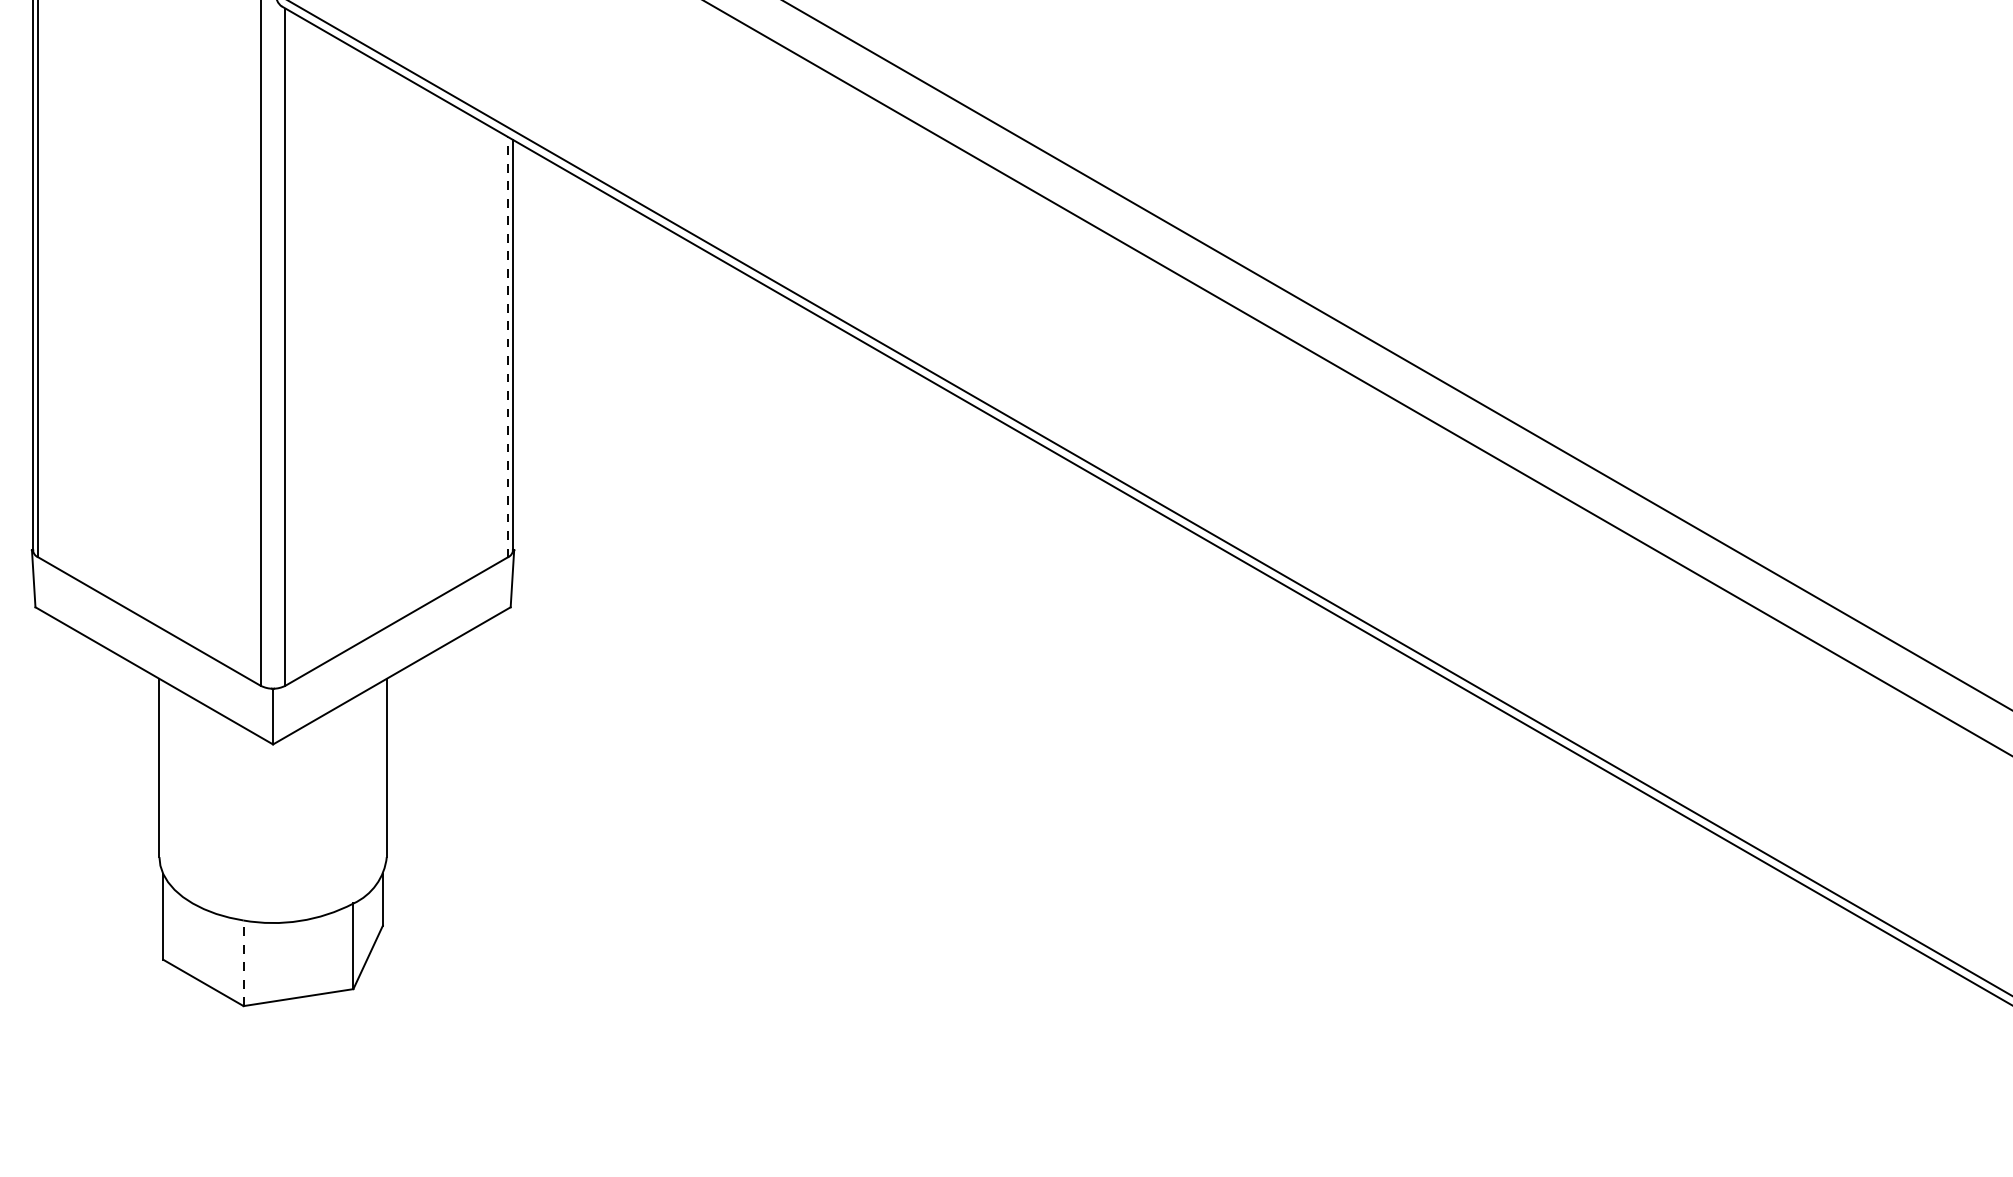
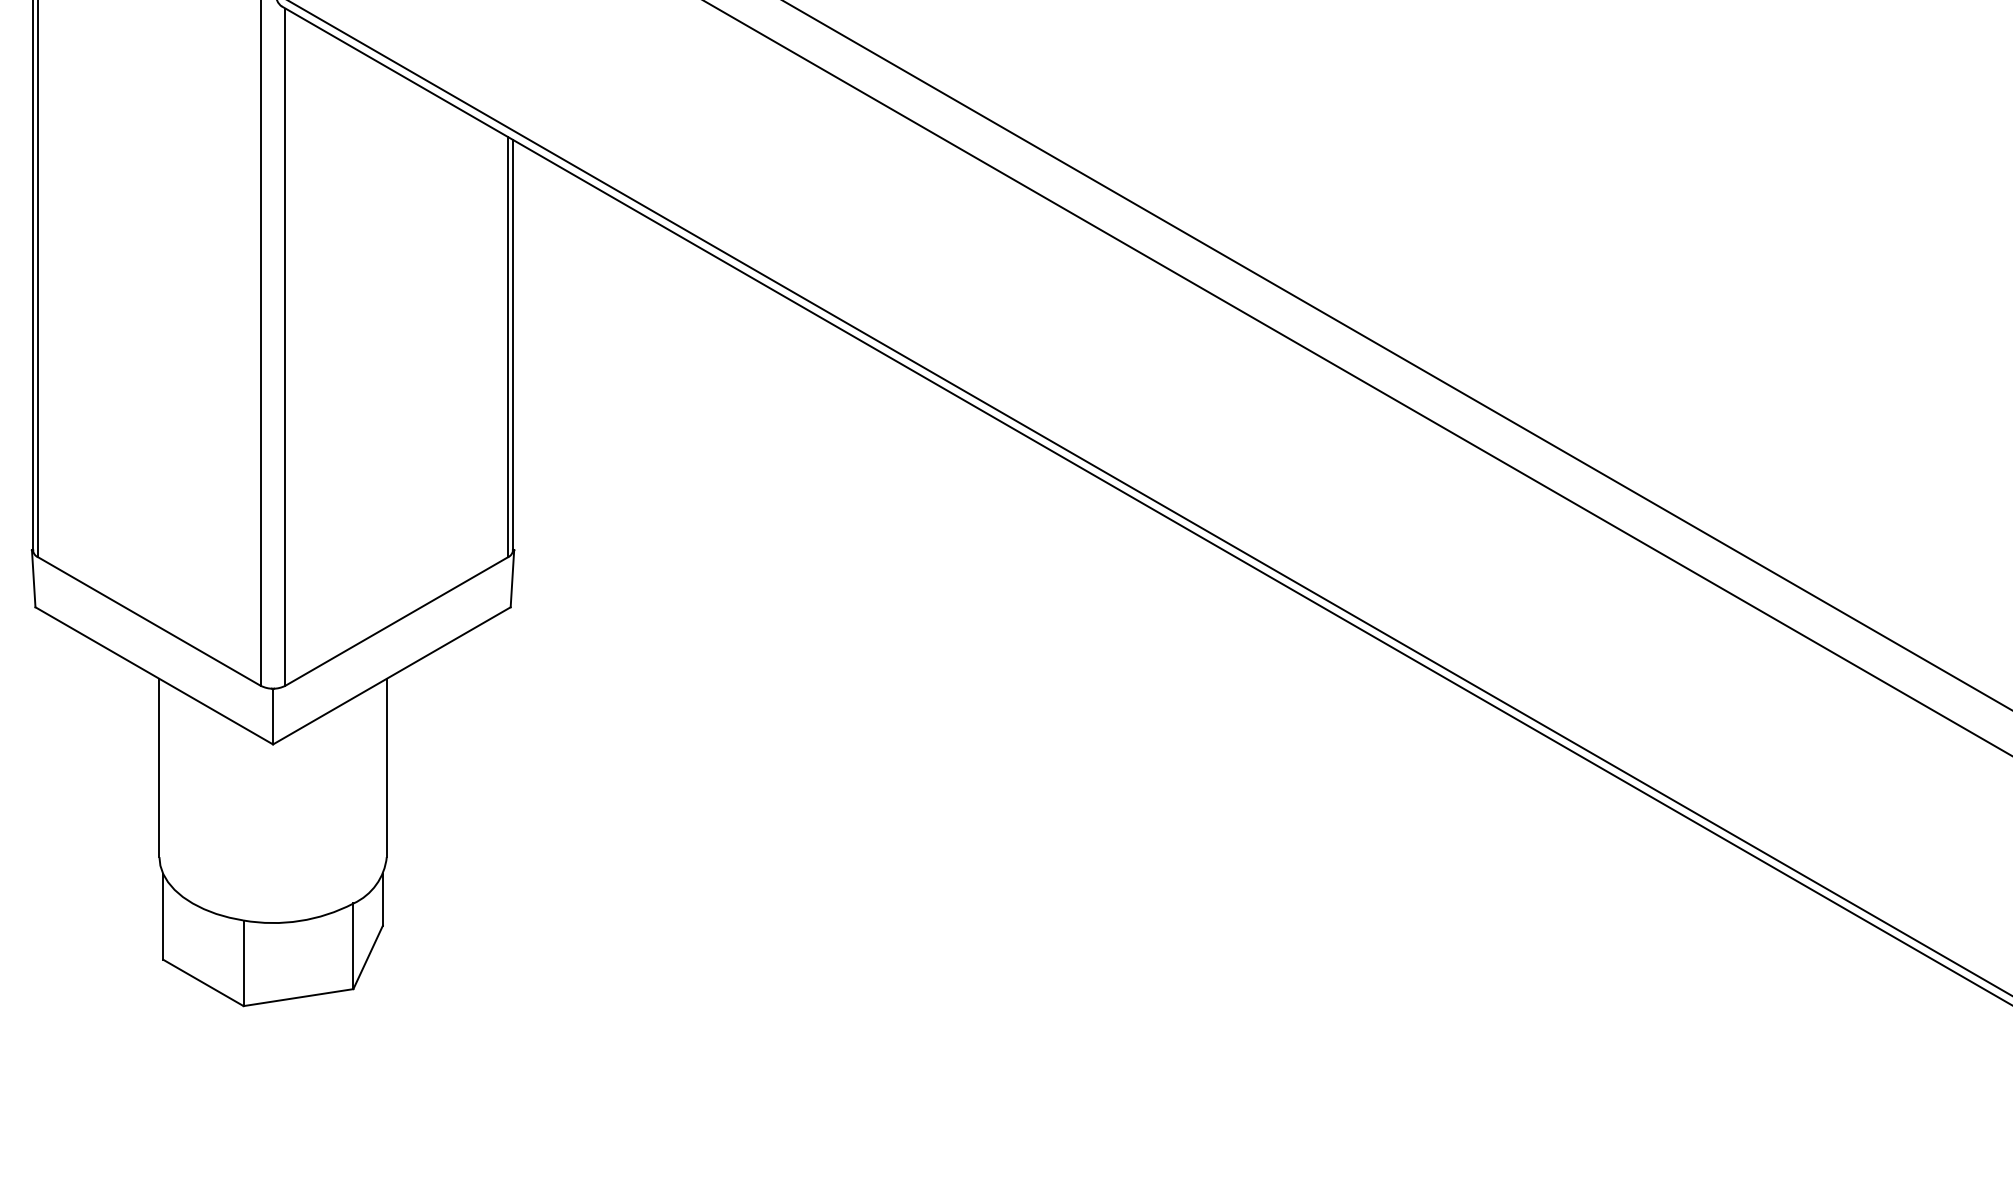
line at (507, 346): dashed -> solid
line at (243, 963): dashed -> solid
